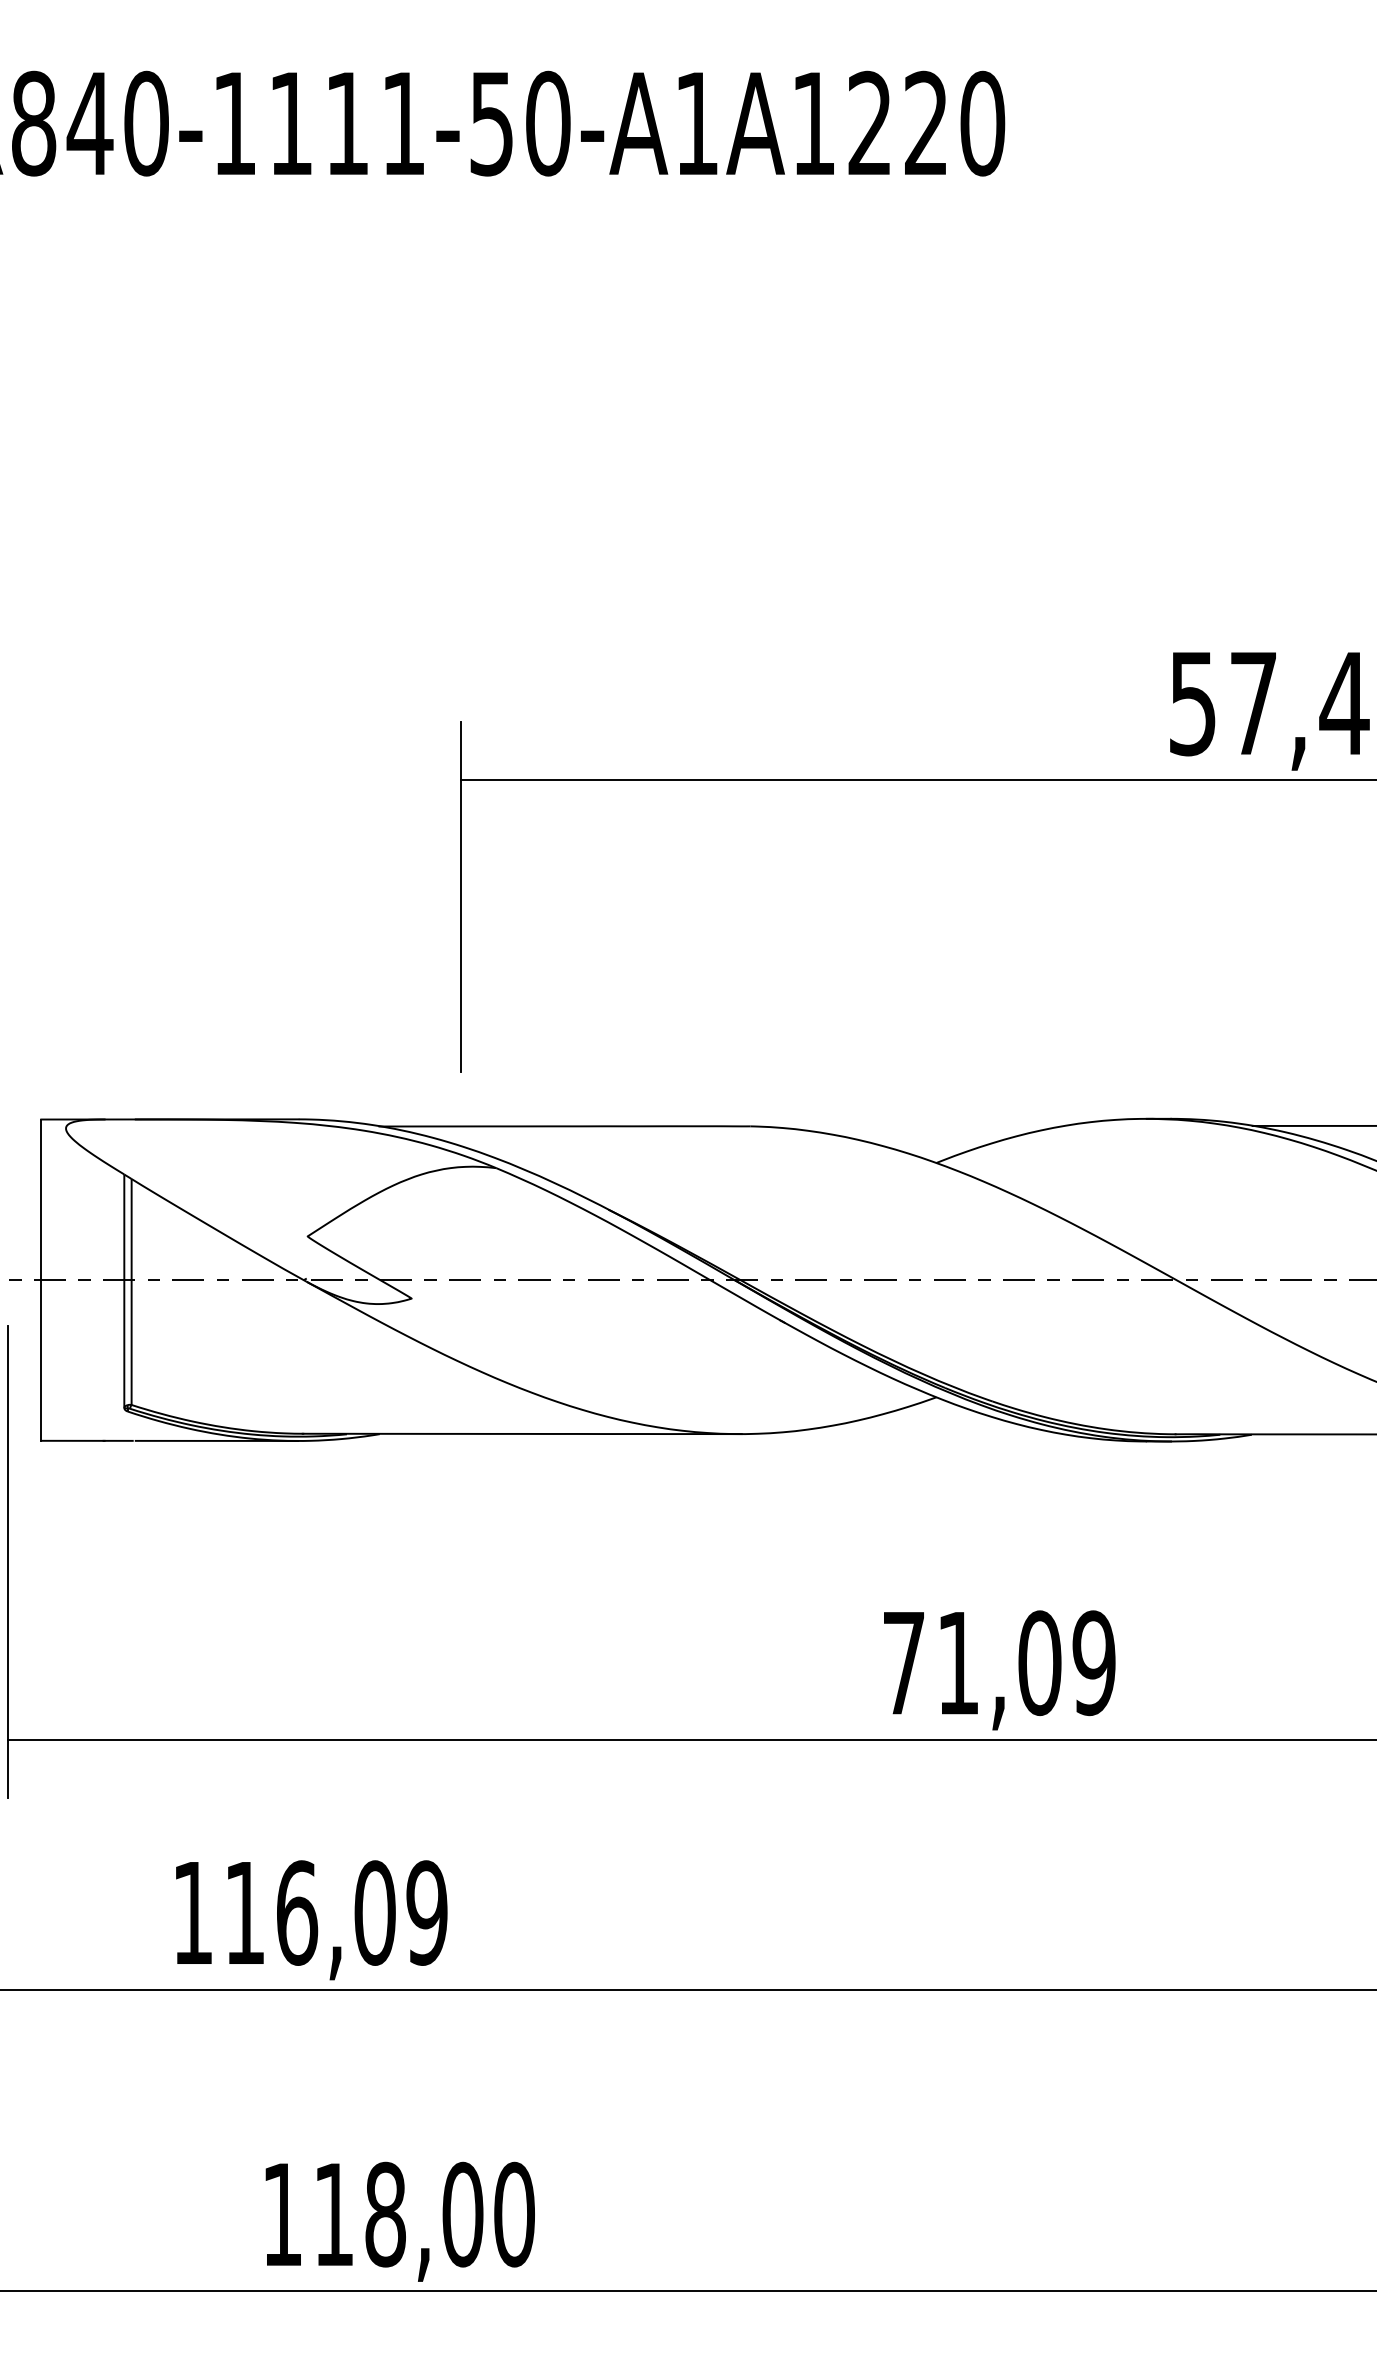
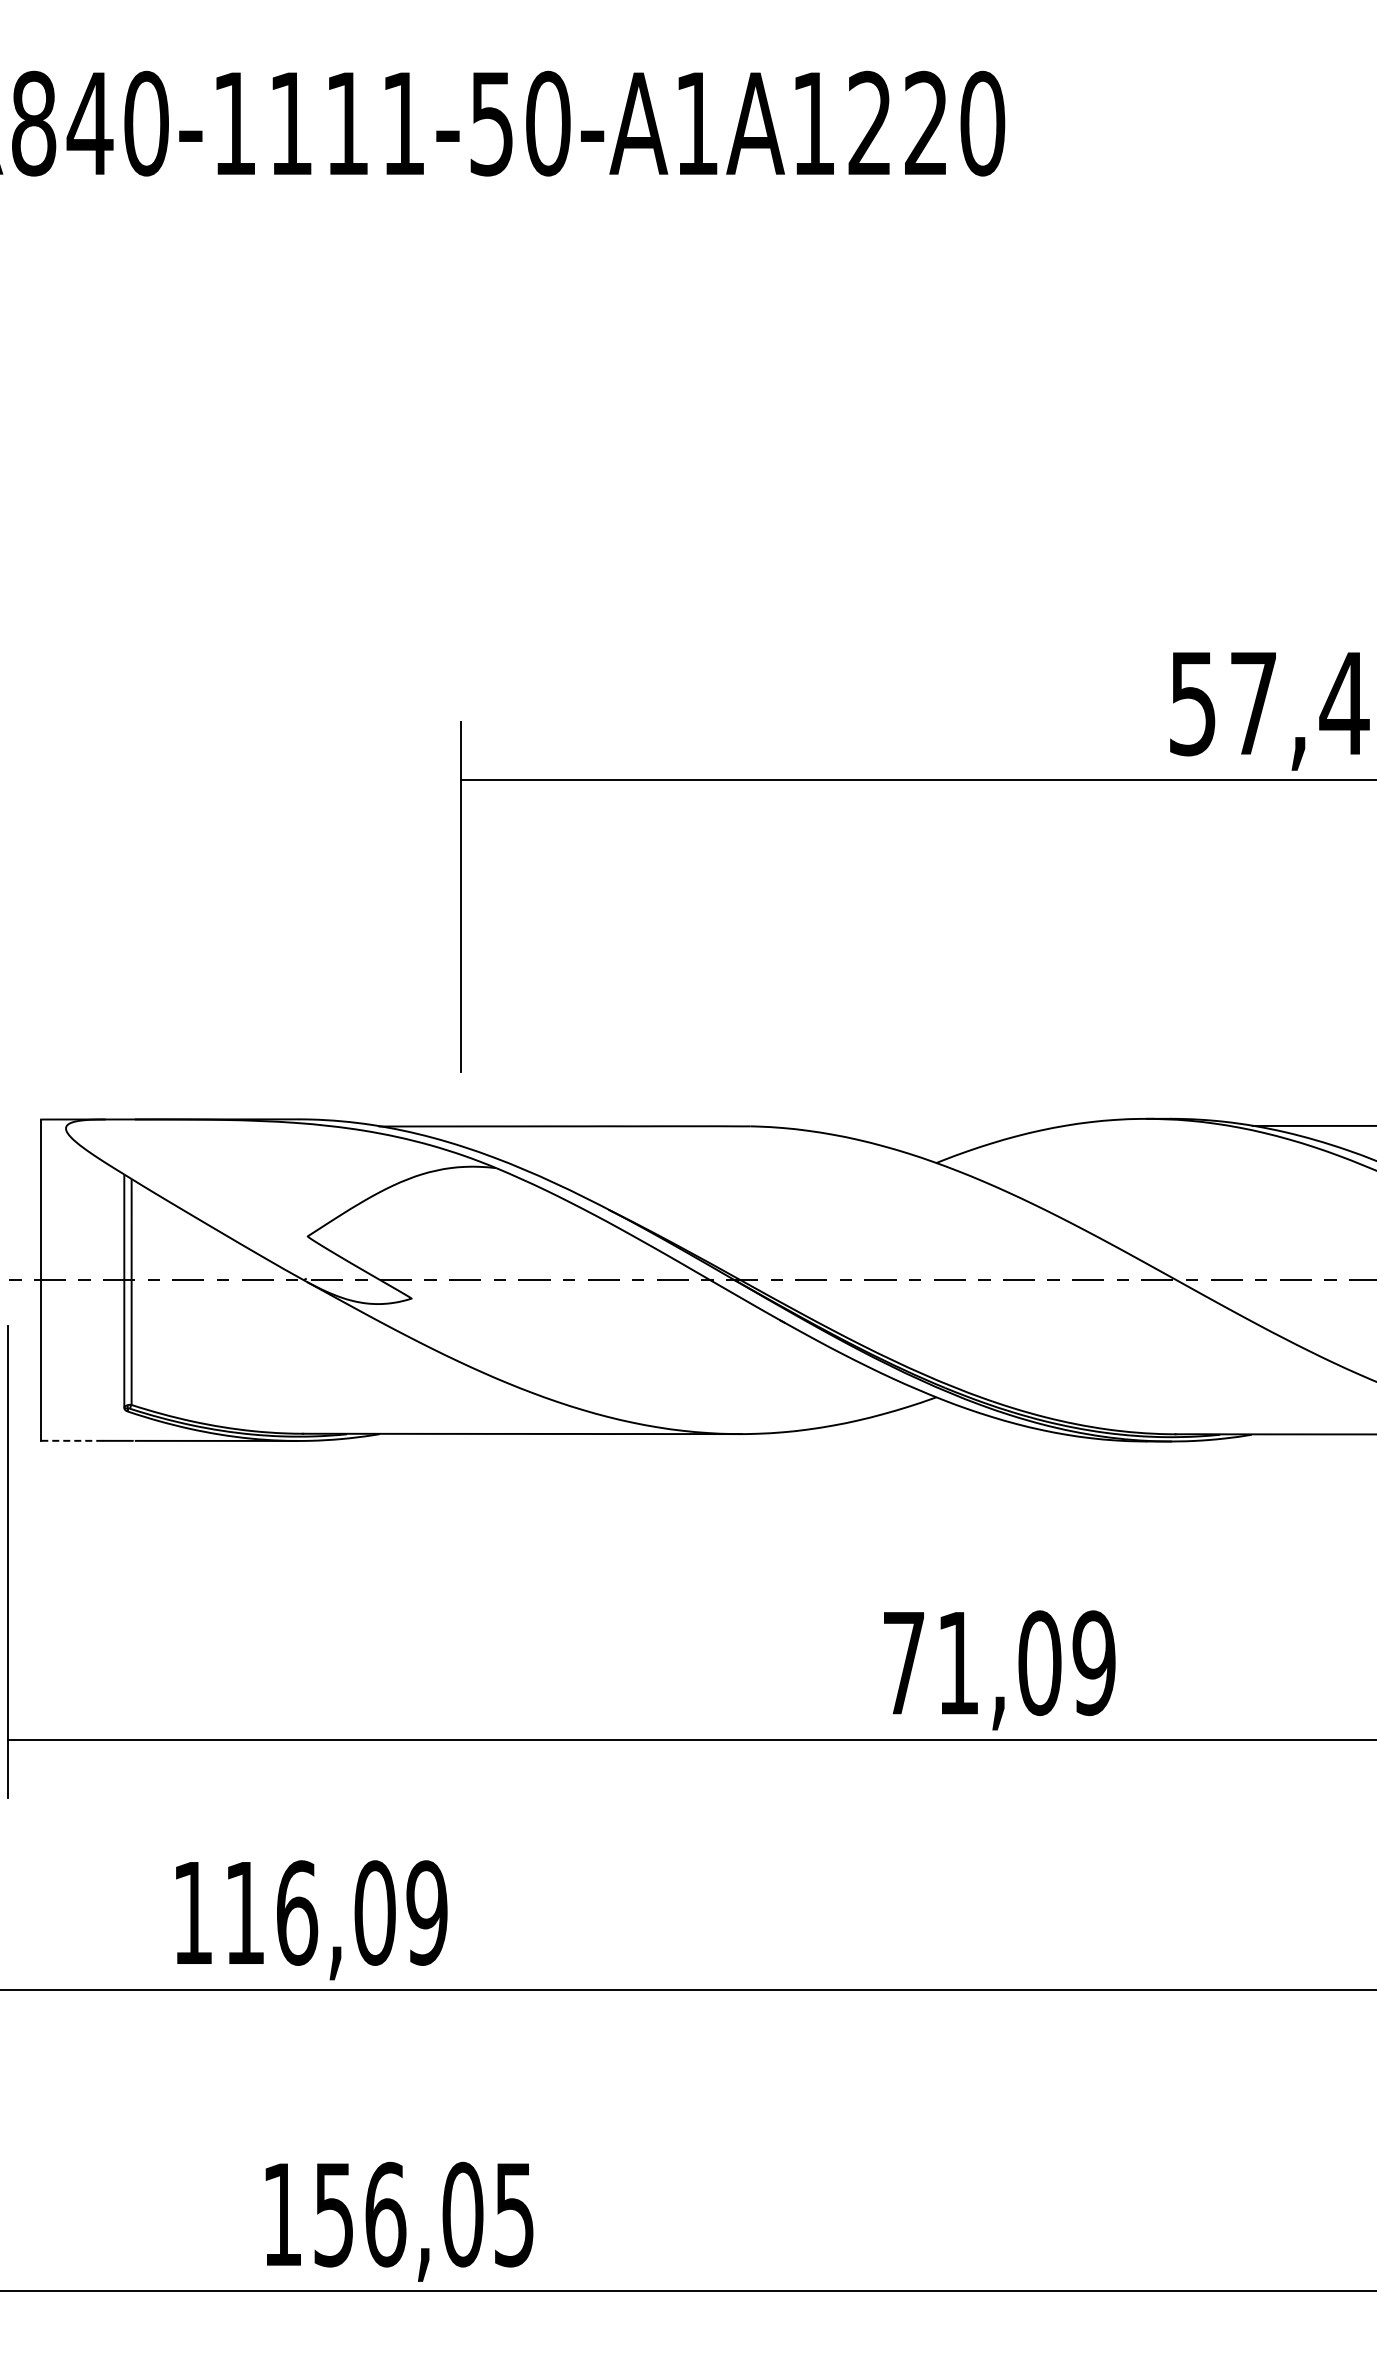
line at (72, 1440): solid -> dashed
text at (424, 2214): 118,00 -> 156,05
